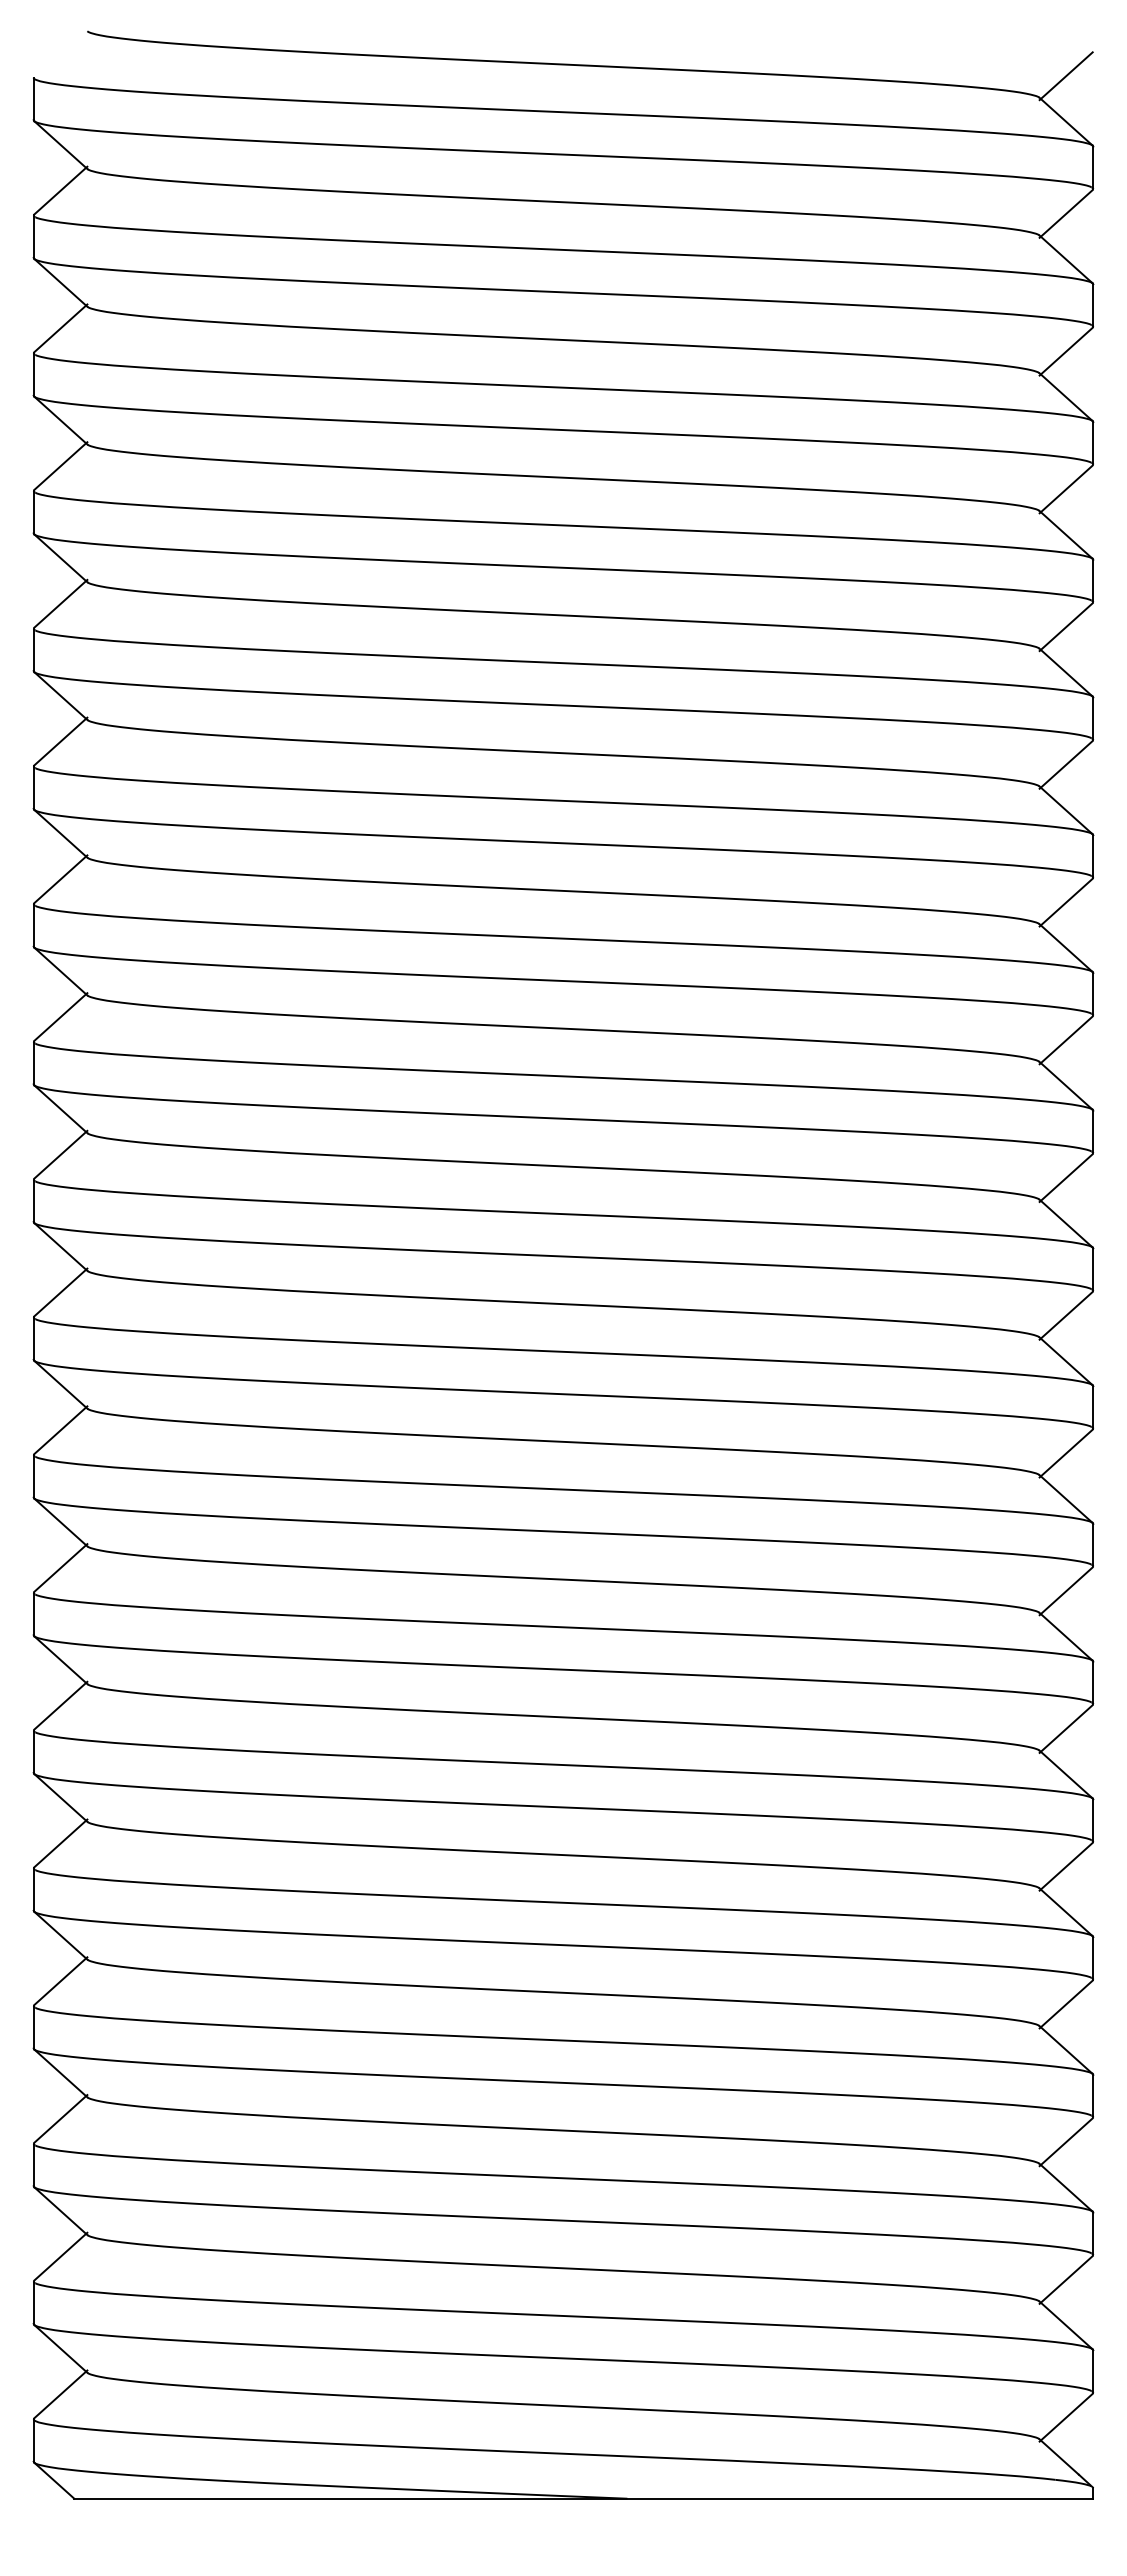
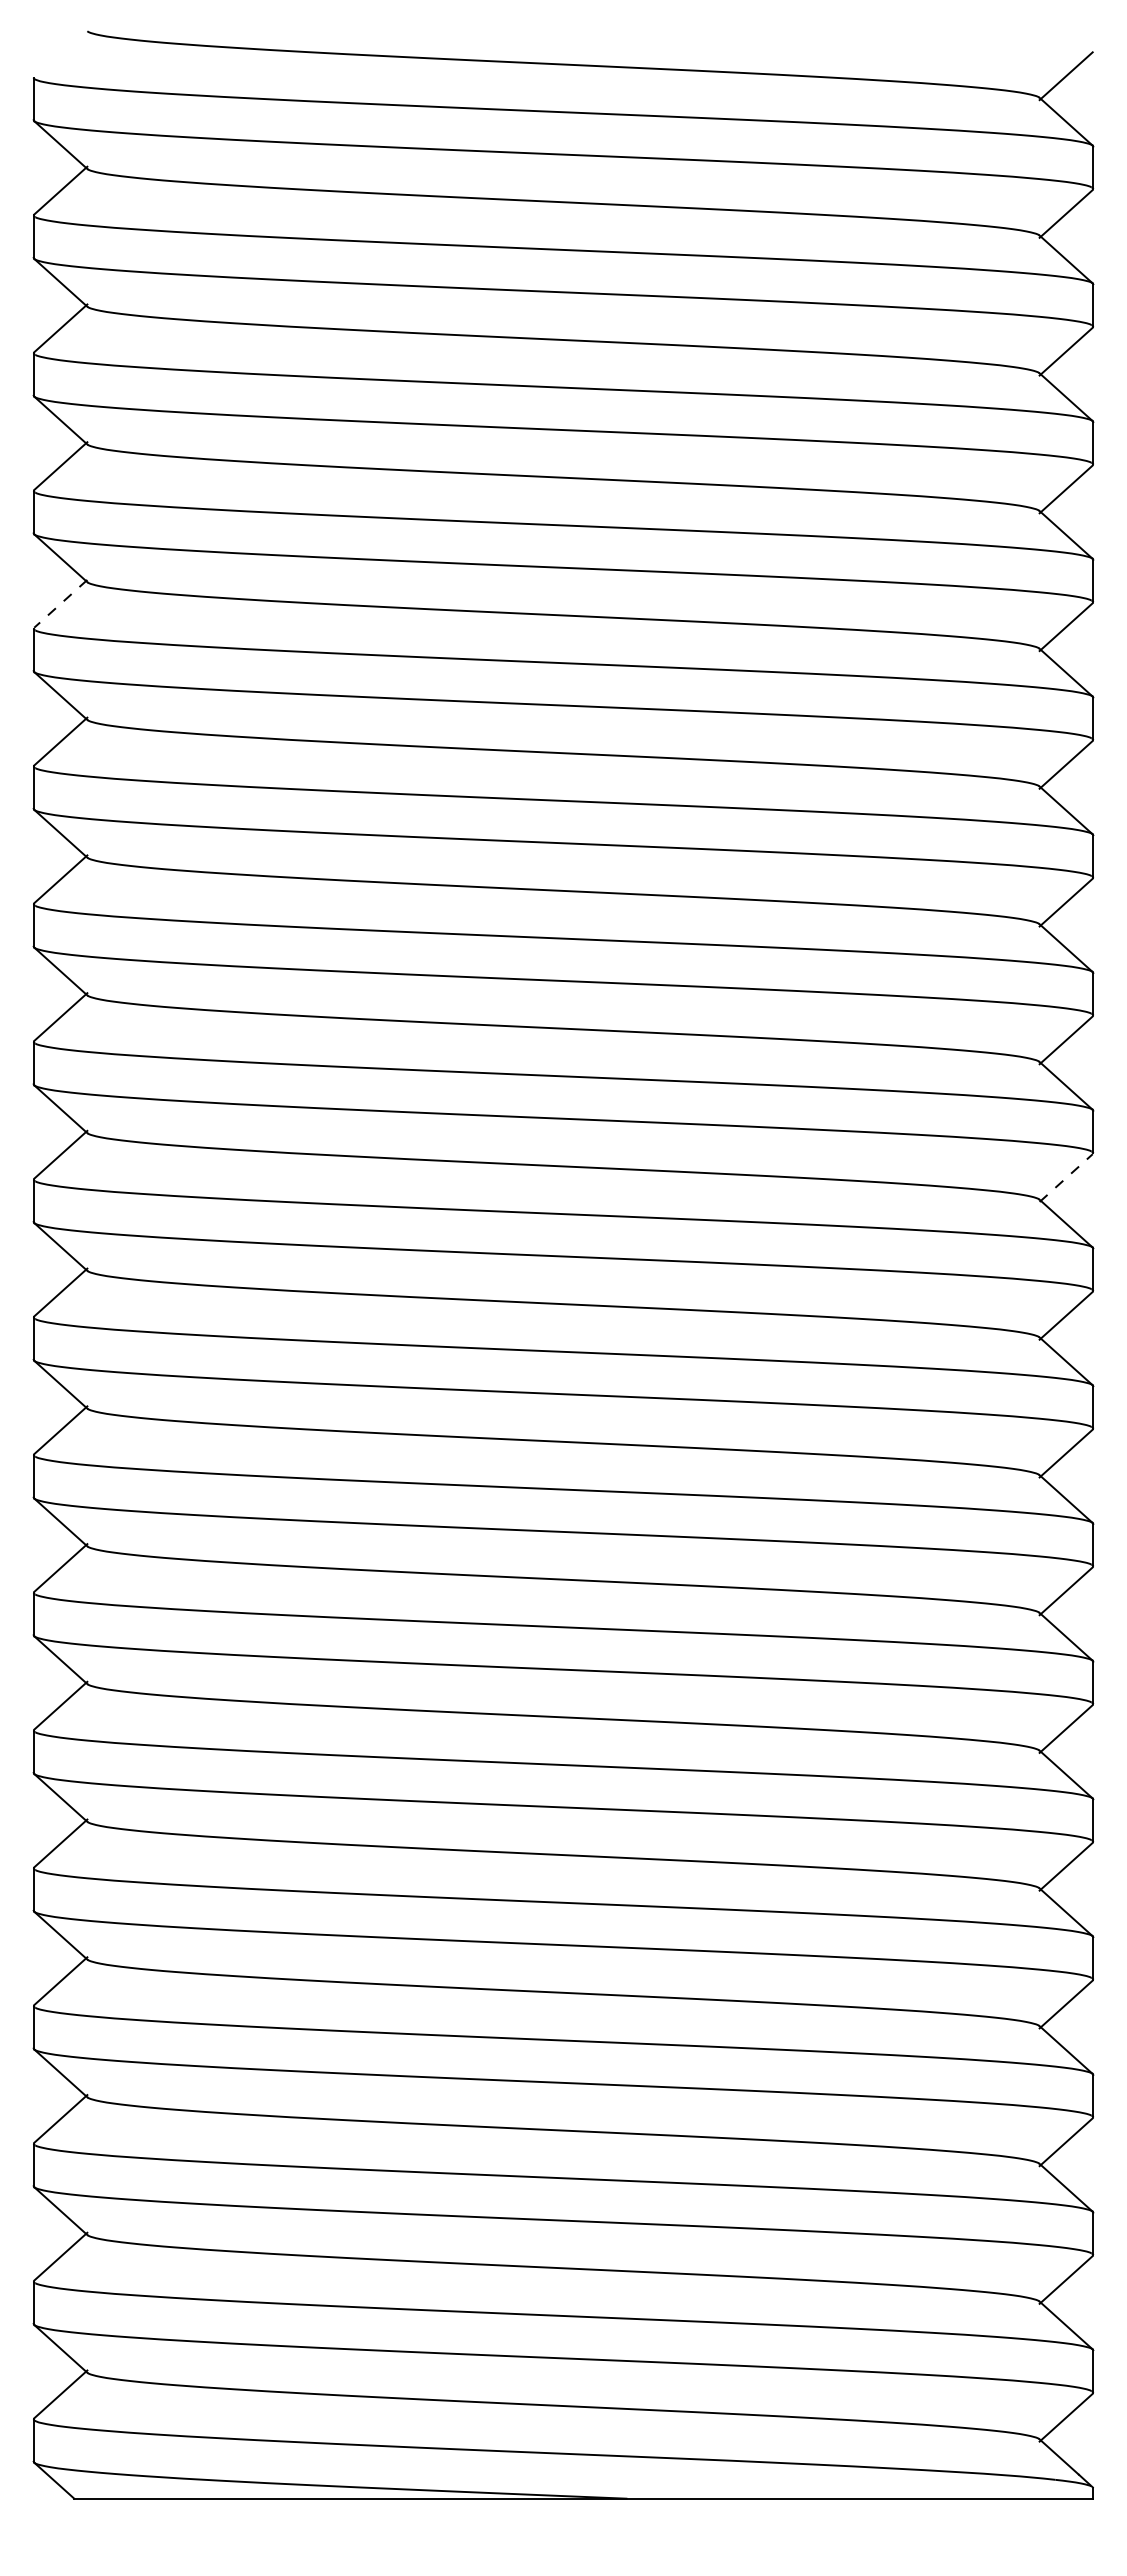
line at (60, 603): solid -> dashed
line at (1066, 1178): solid -> dashed
